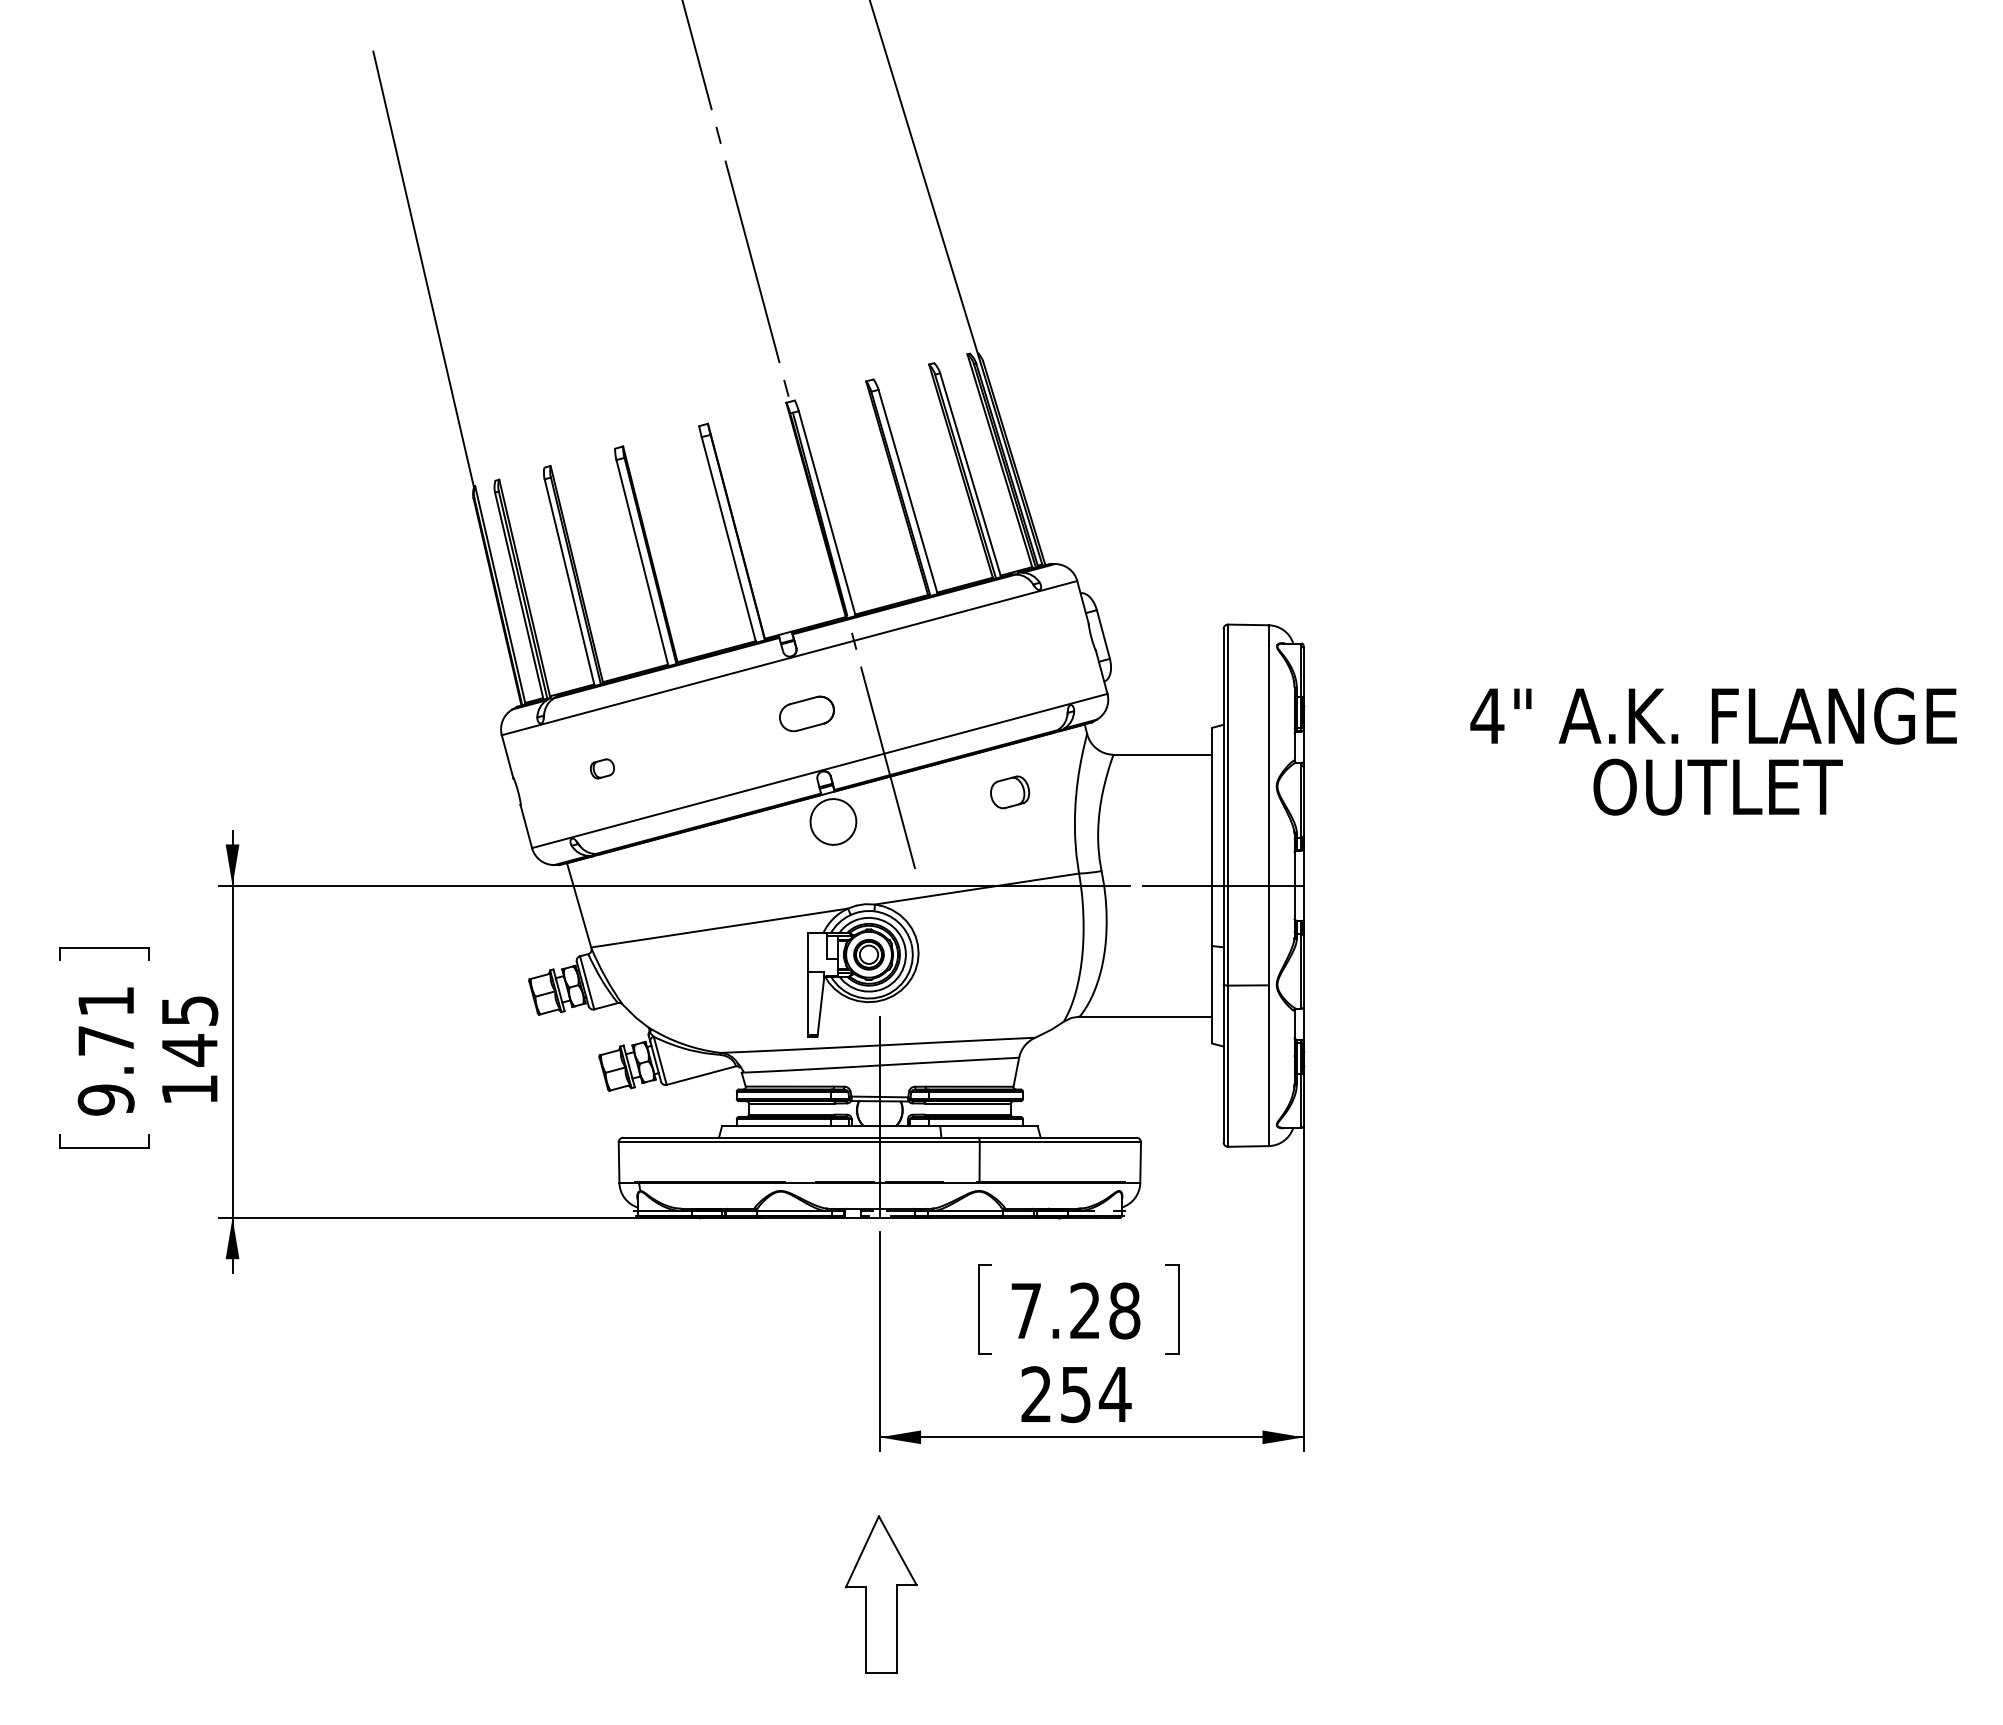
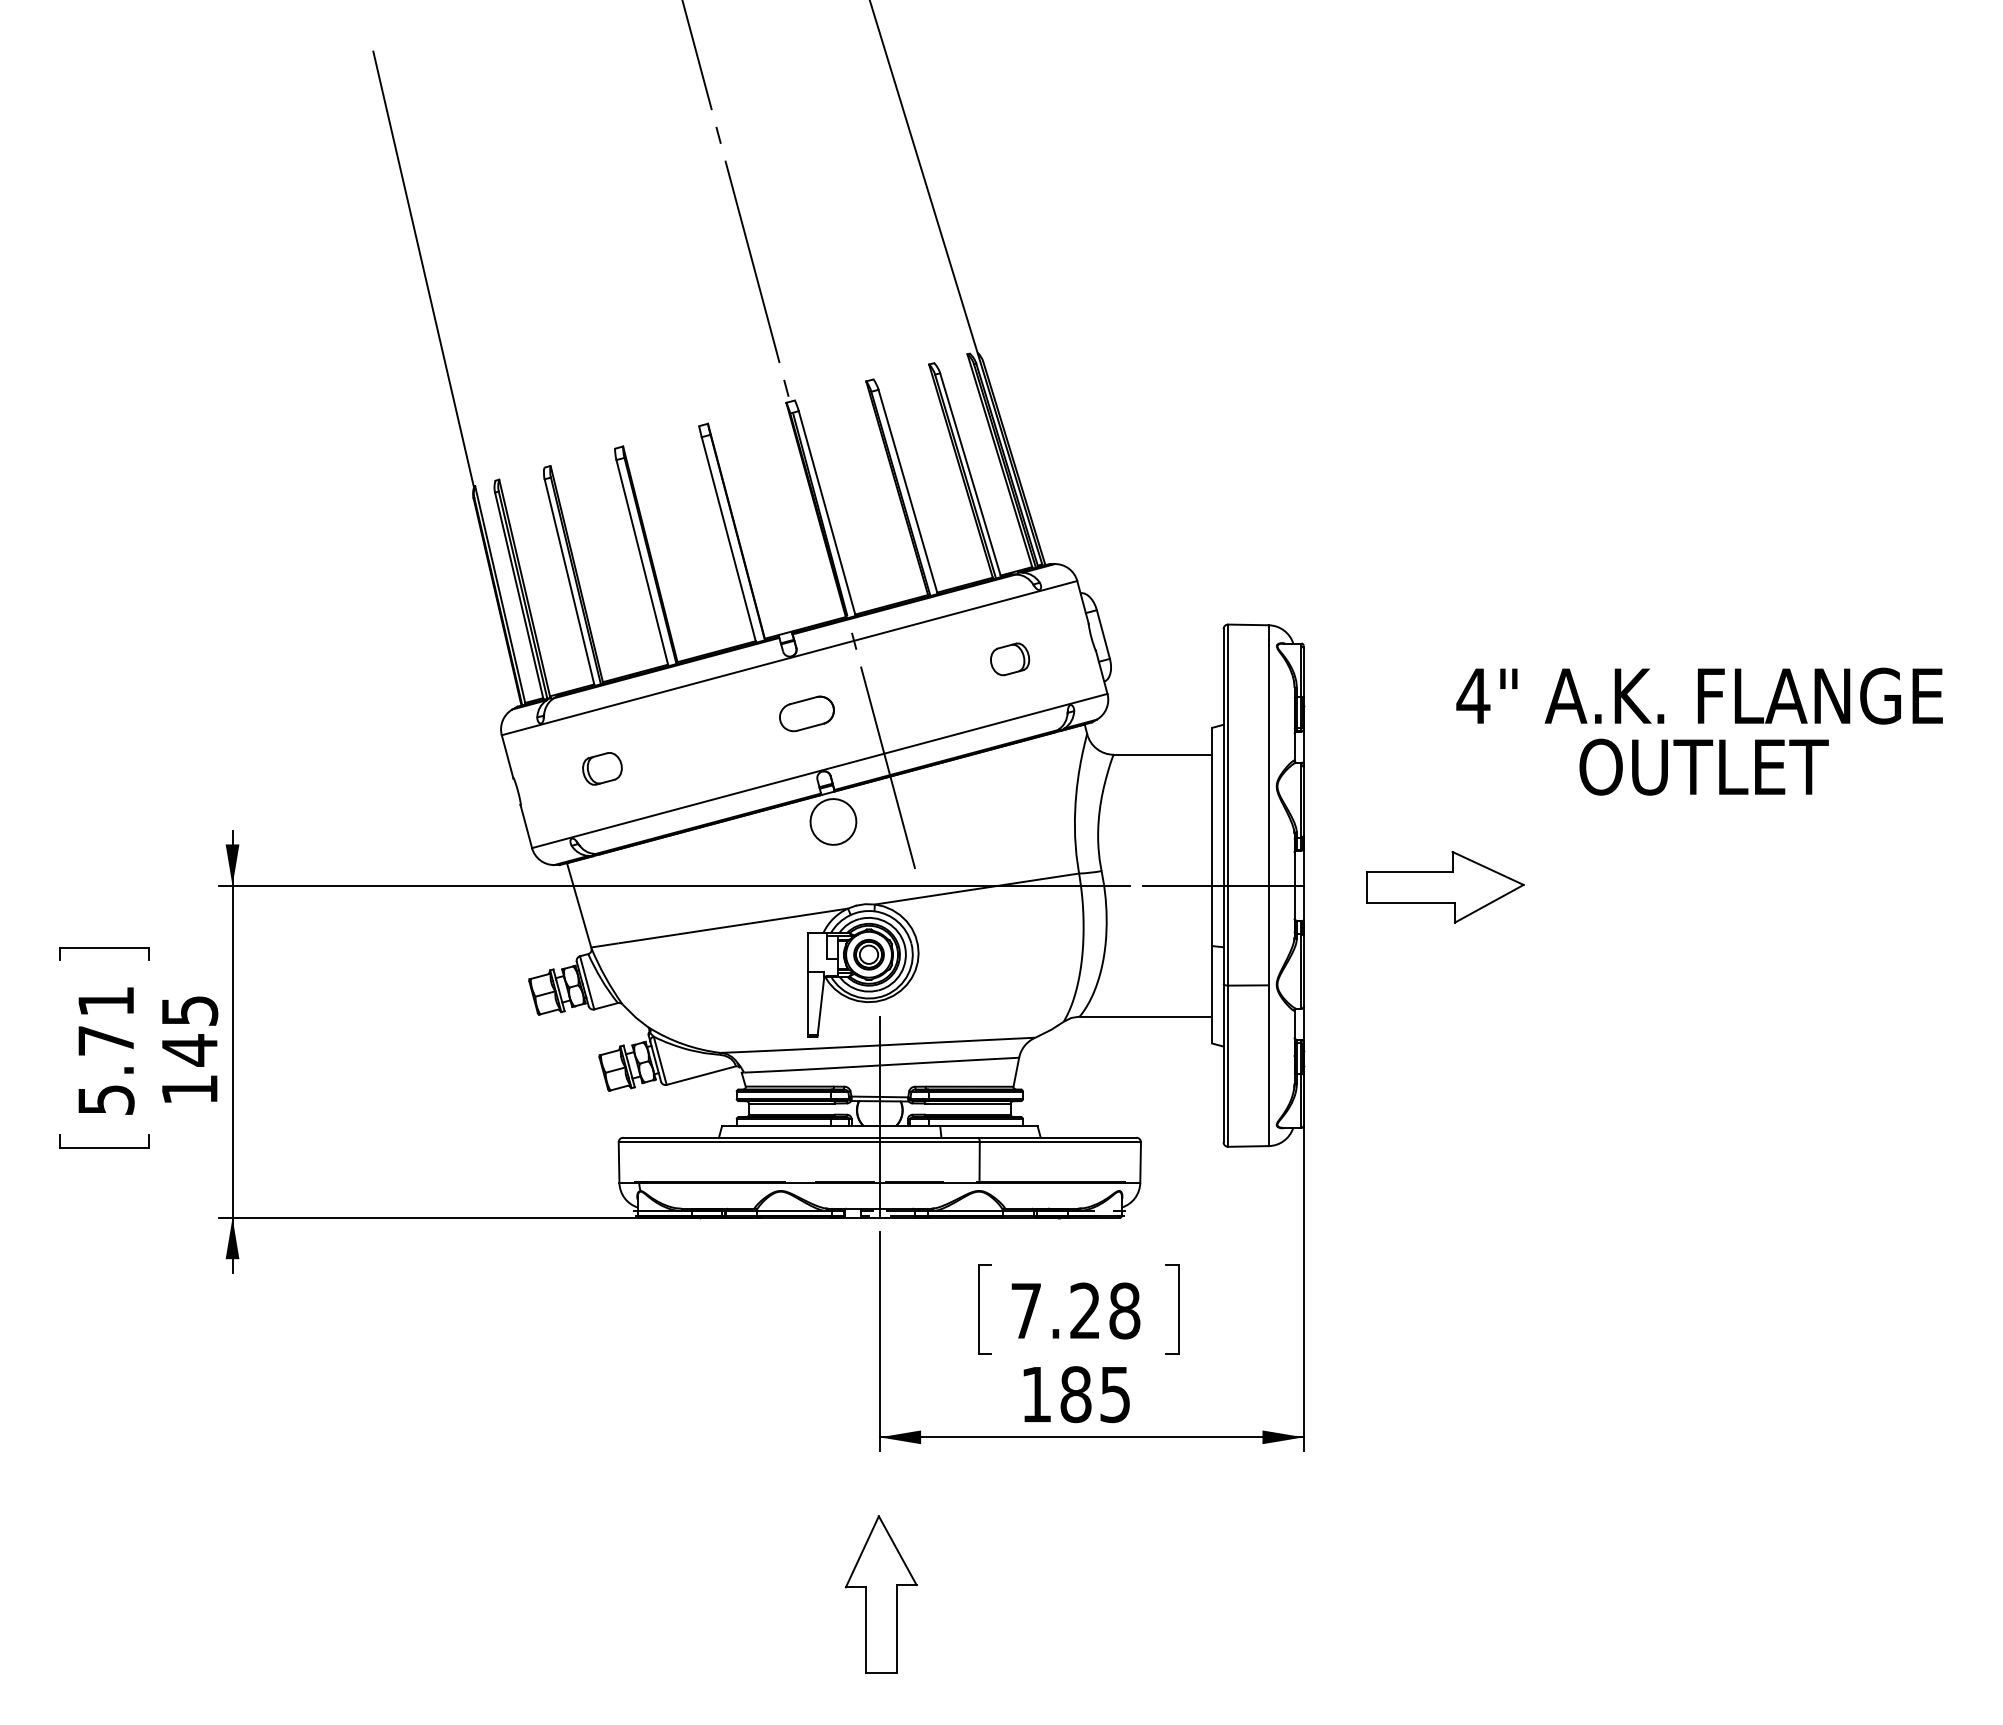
text at (1713, 751) position: (1713, 751) -> (1699, 731)
part at (601, 768) size: 26x22 px -> 41x34 px
part at (1010, 792) position: (1010, 792) -> (1010, 659)
part at (1445, 886): none -> present
text at (105, 1099): 9.71 -> 5.71
text at (1076, 1394): 254 -> 185
